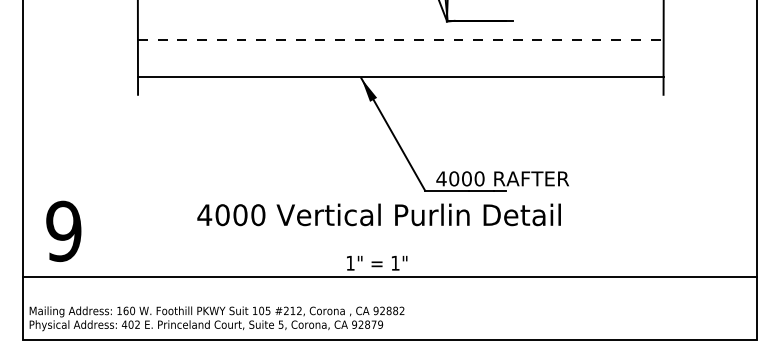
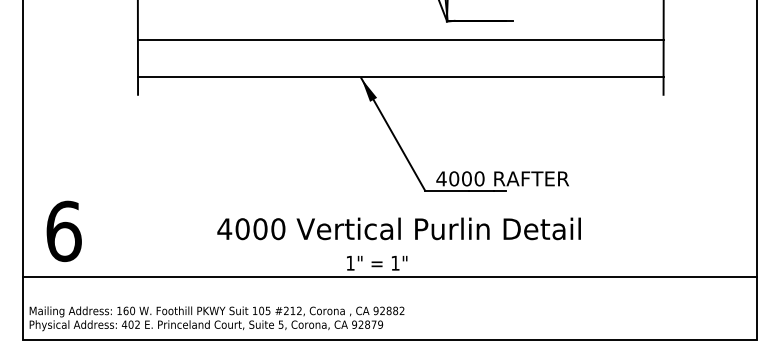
line at (400, 39): dashed -> solid
text at (378, 214) position: (378, 214) -> (398, 228)
text at (63, 231): 9 -> 6
